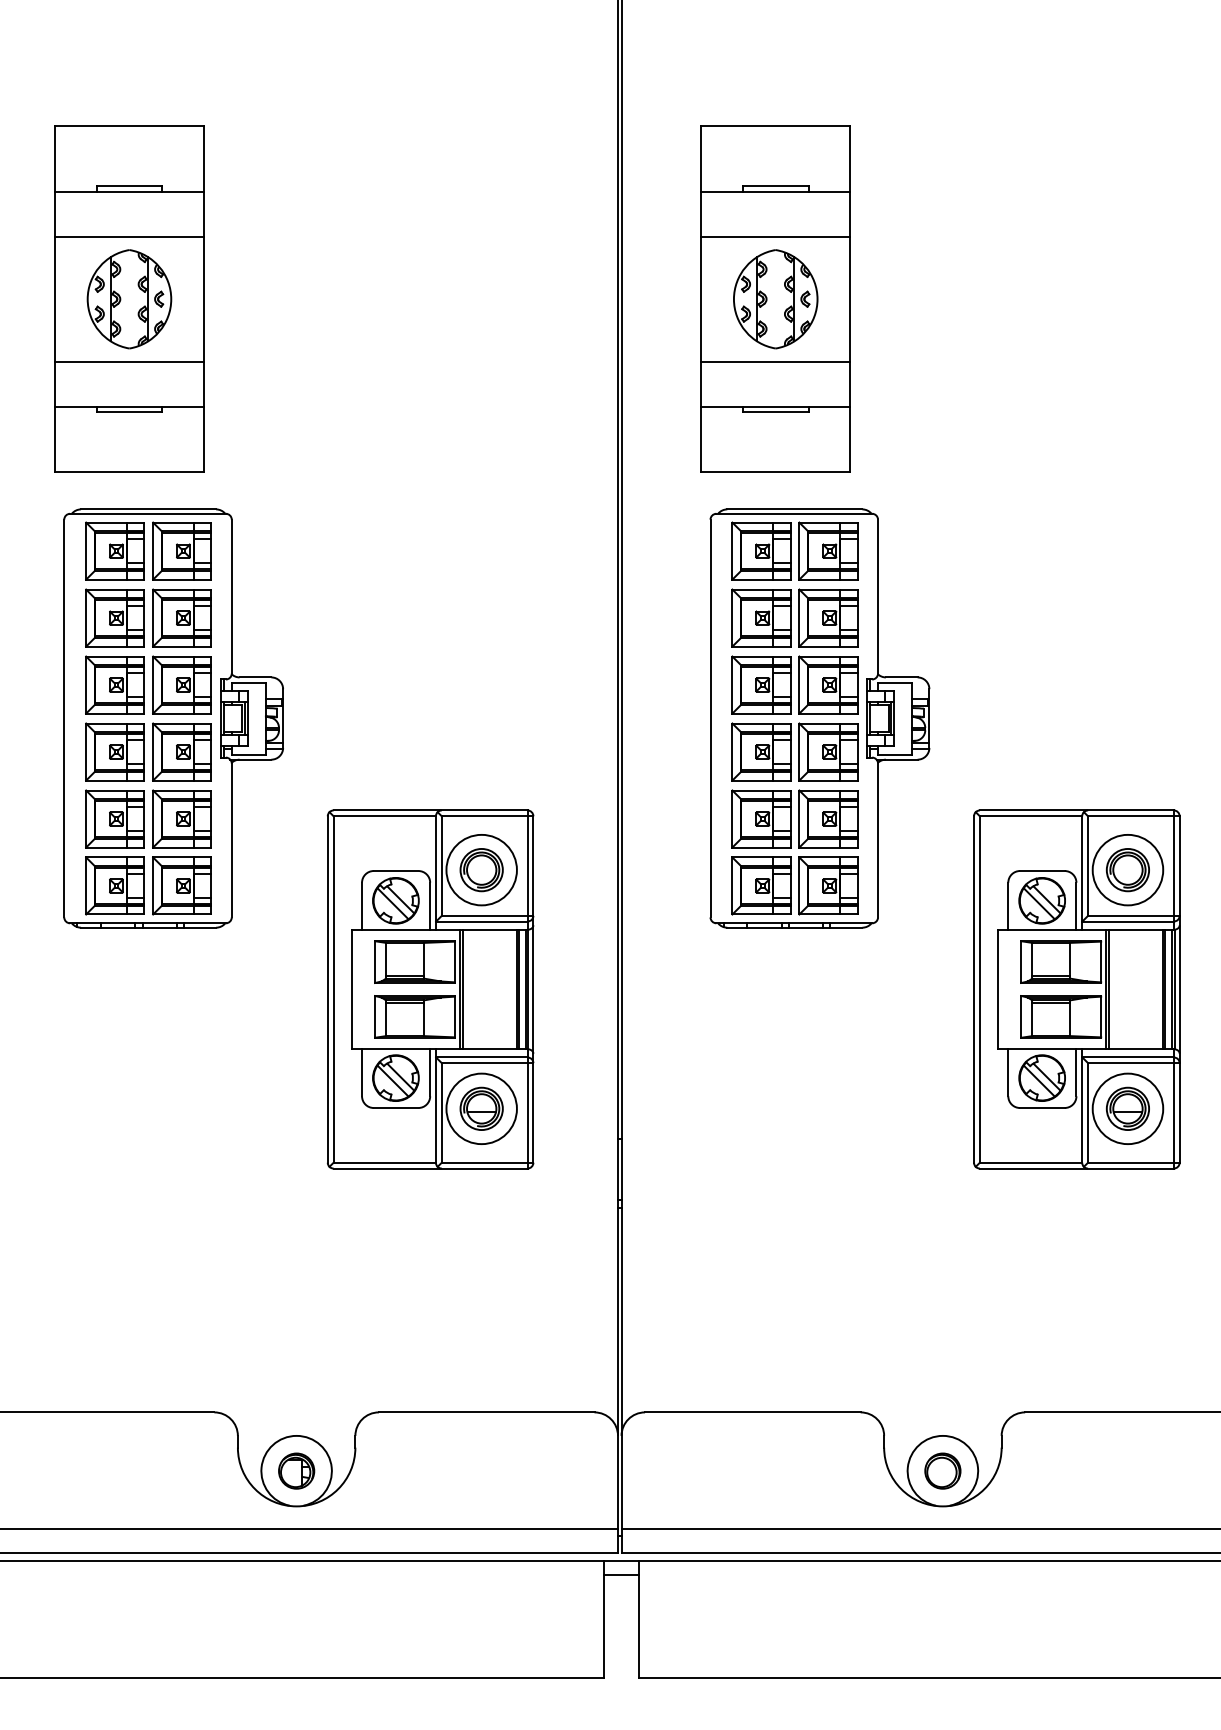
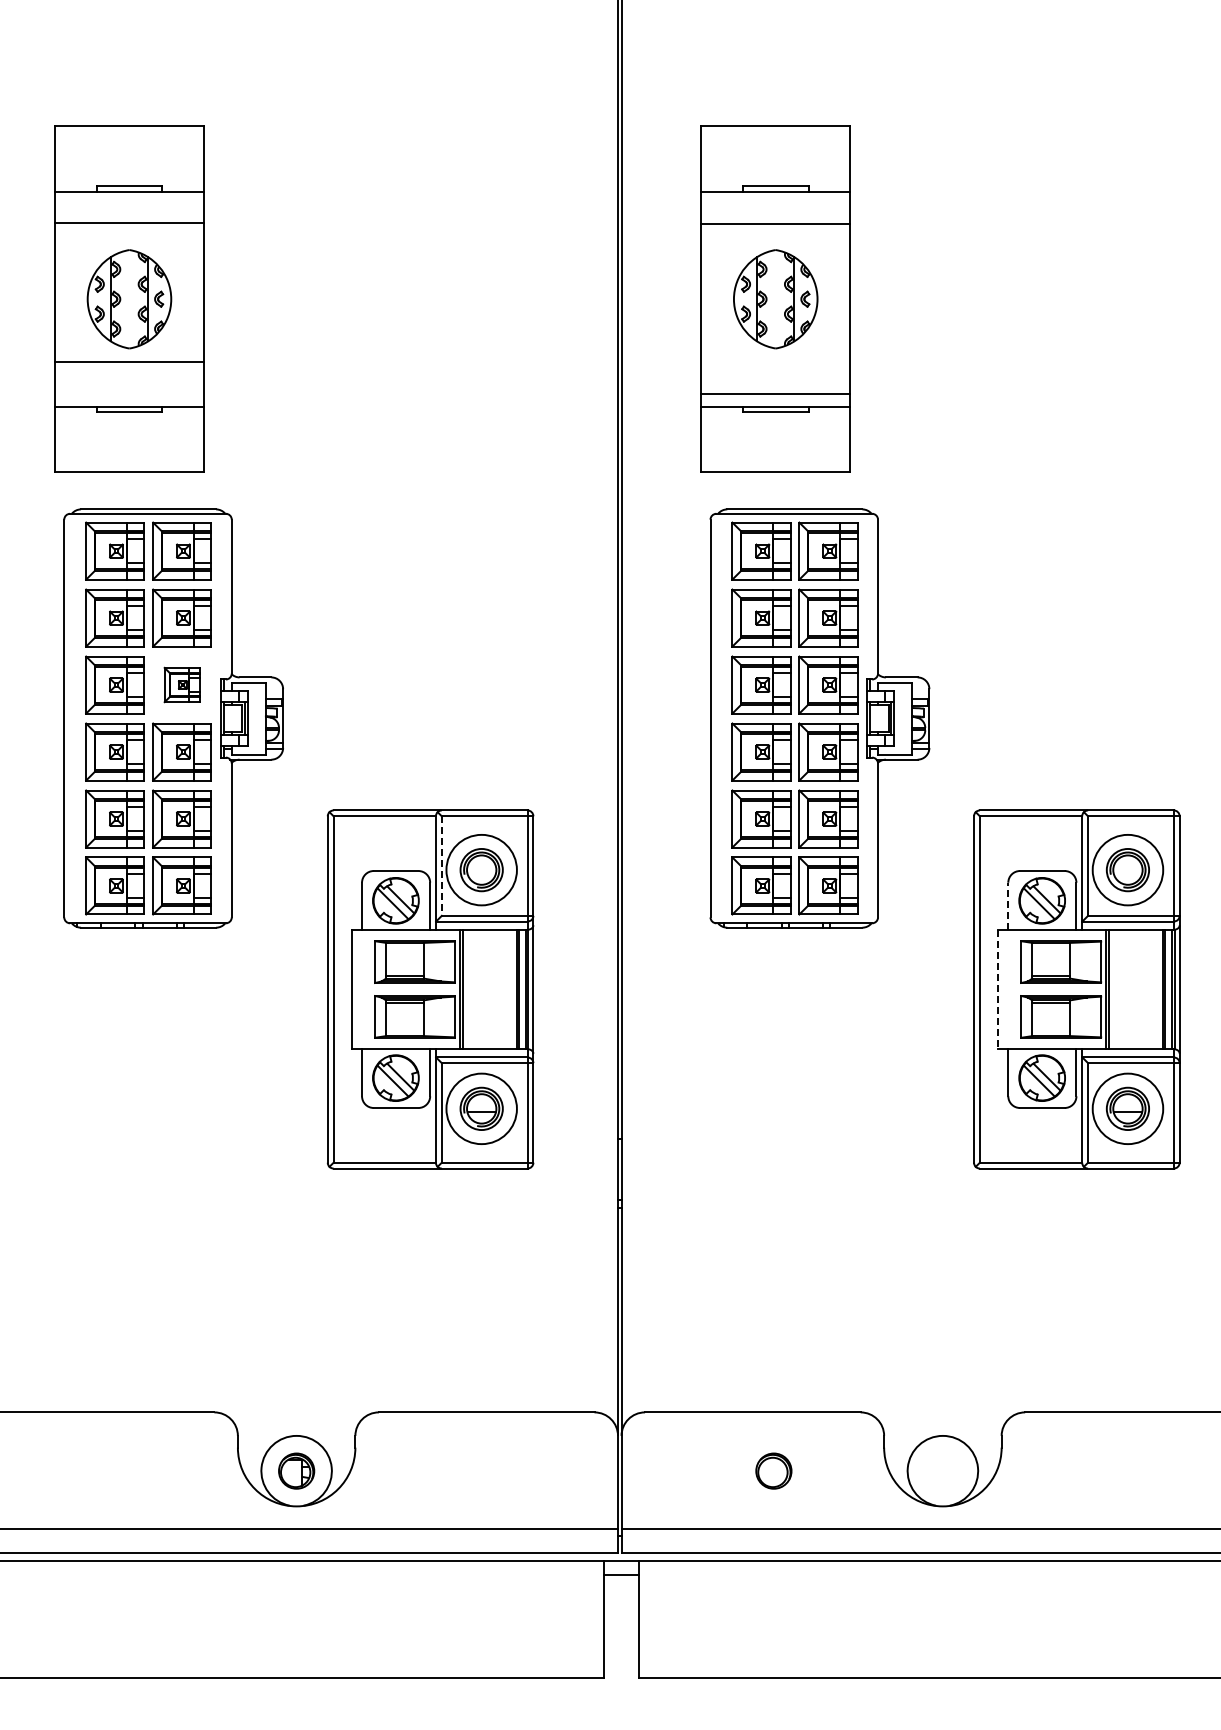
line at (129, 236) position: (129, 236) -> (129, 222)
line at (775, 236) position: (775, 236) -> (775, 223)
line at (775, 361) position: (775, 361) -> (775, 393)
part at (181, 684) size: 60x60 px -> 38x38 px
line at (441, 866): solid -> dashed
line at (1008, 906): solid -> dashed
line at (998, 989): solid -> dashed
part at (942, 1470) position: (942, 1470) -> (773, 1470)
